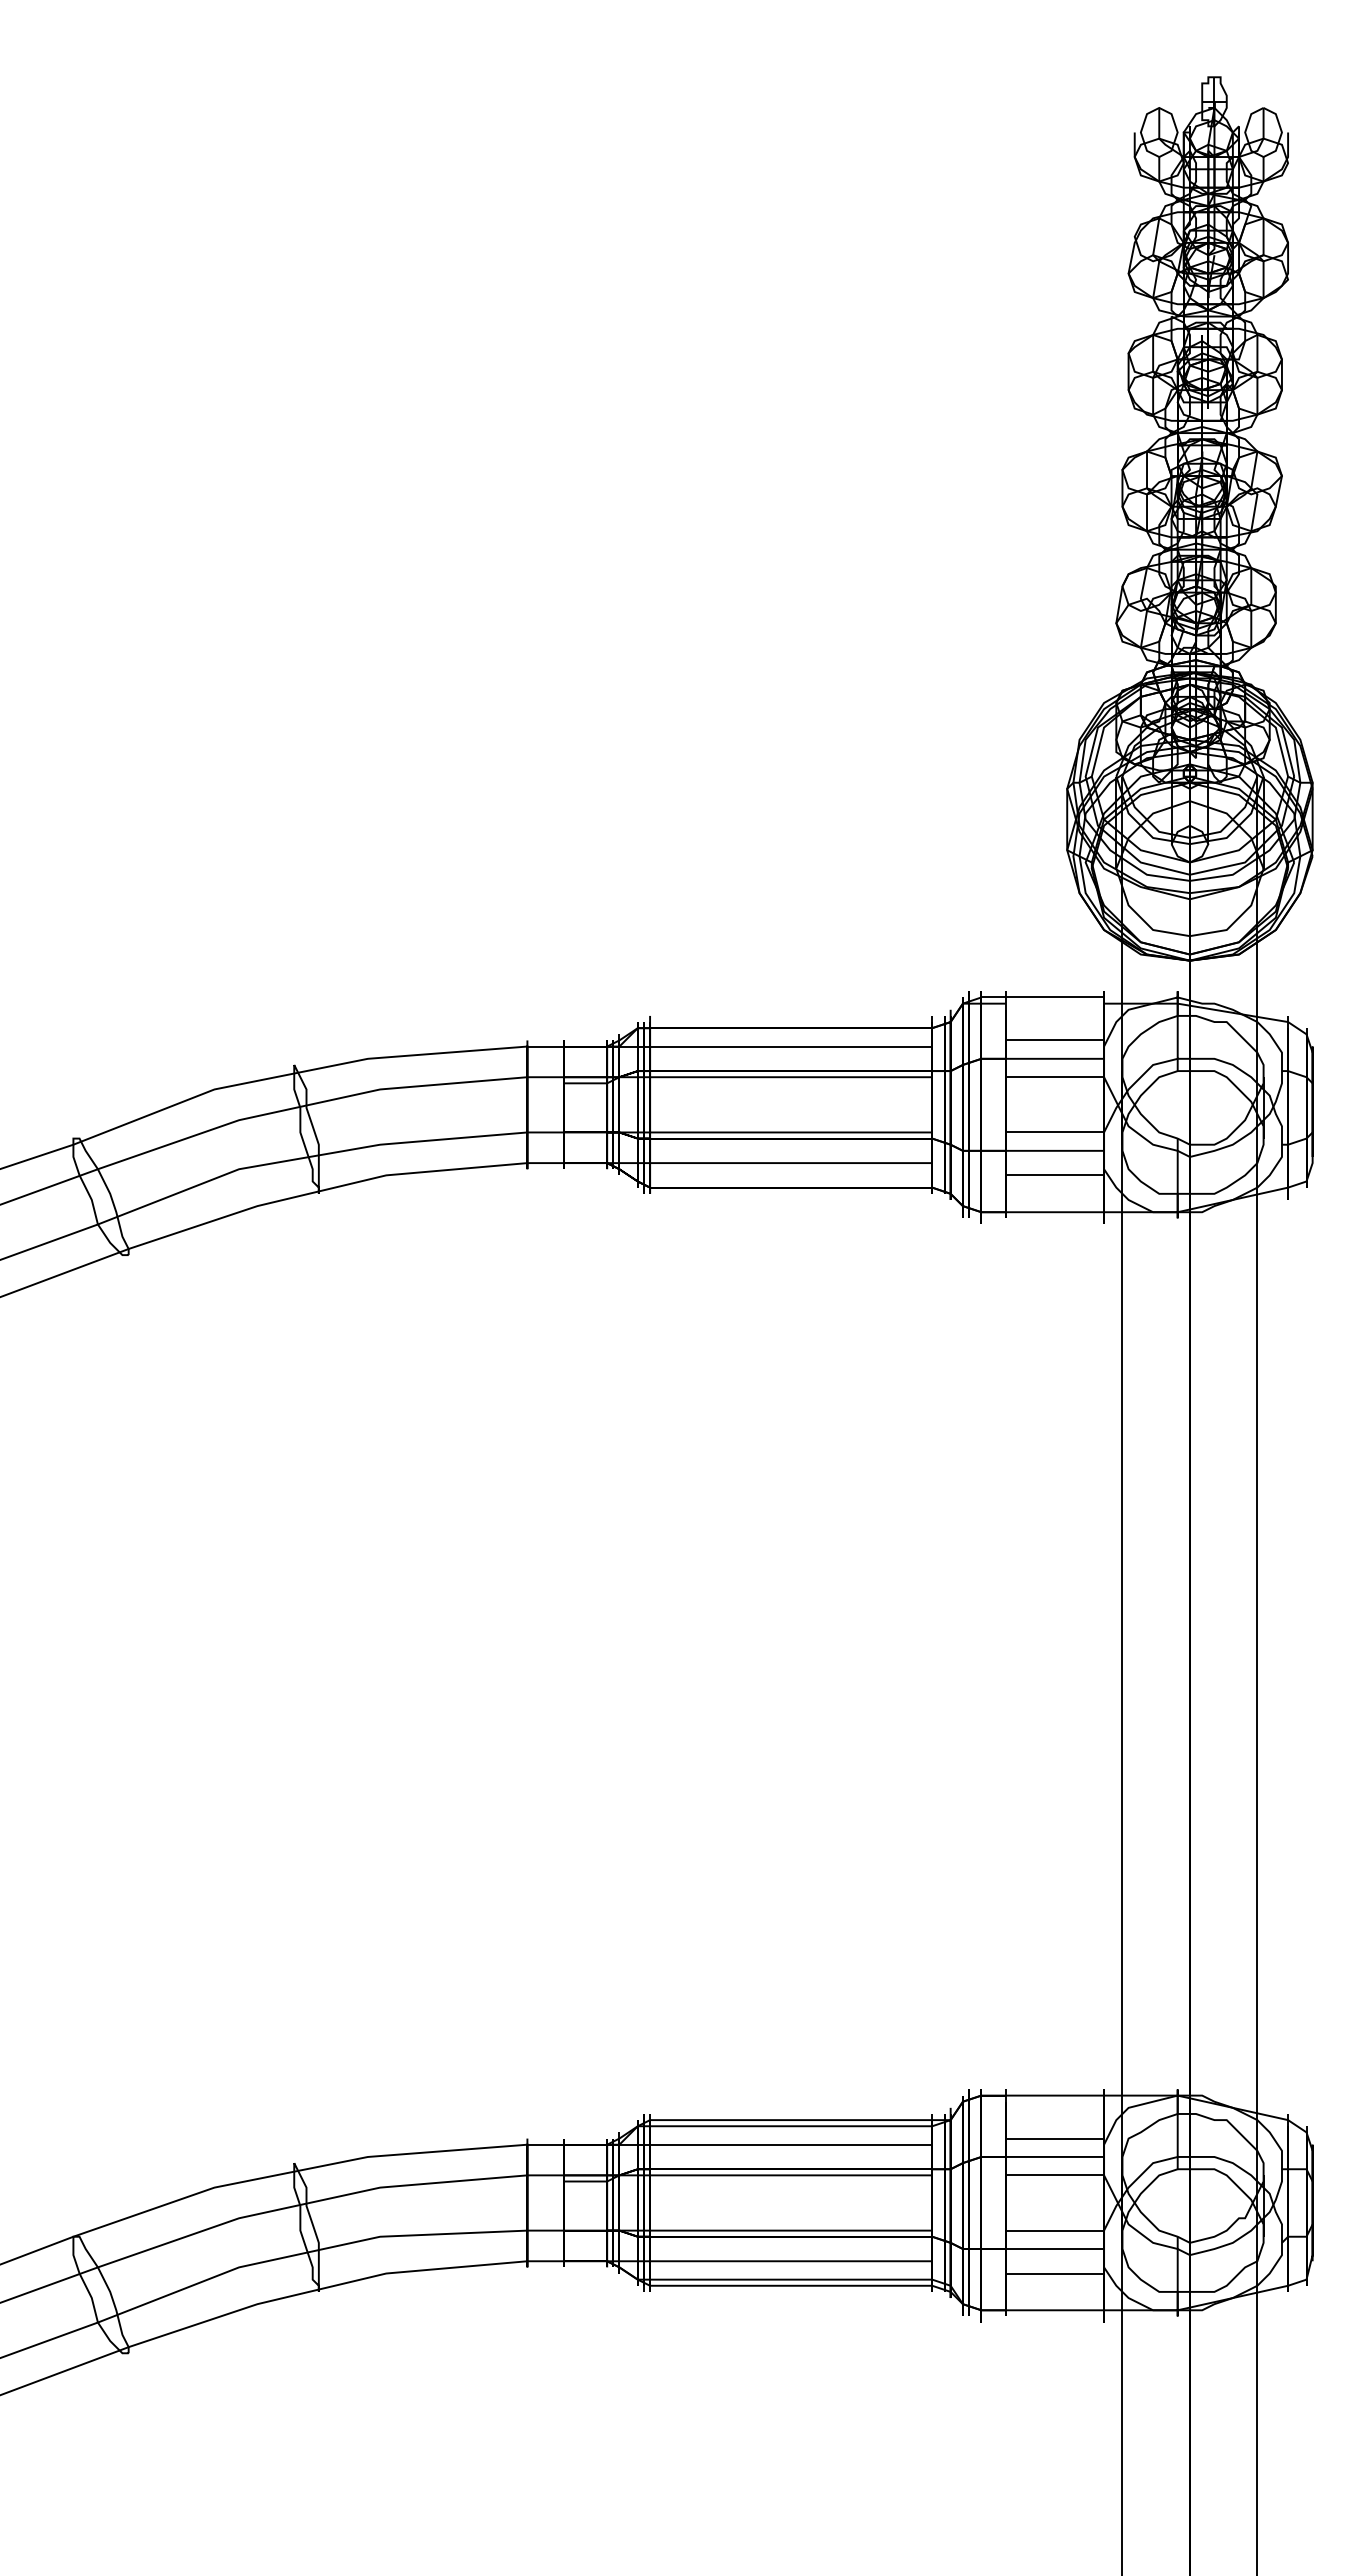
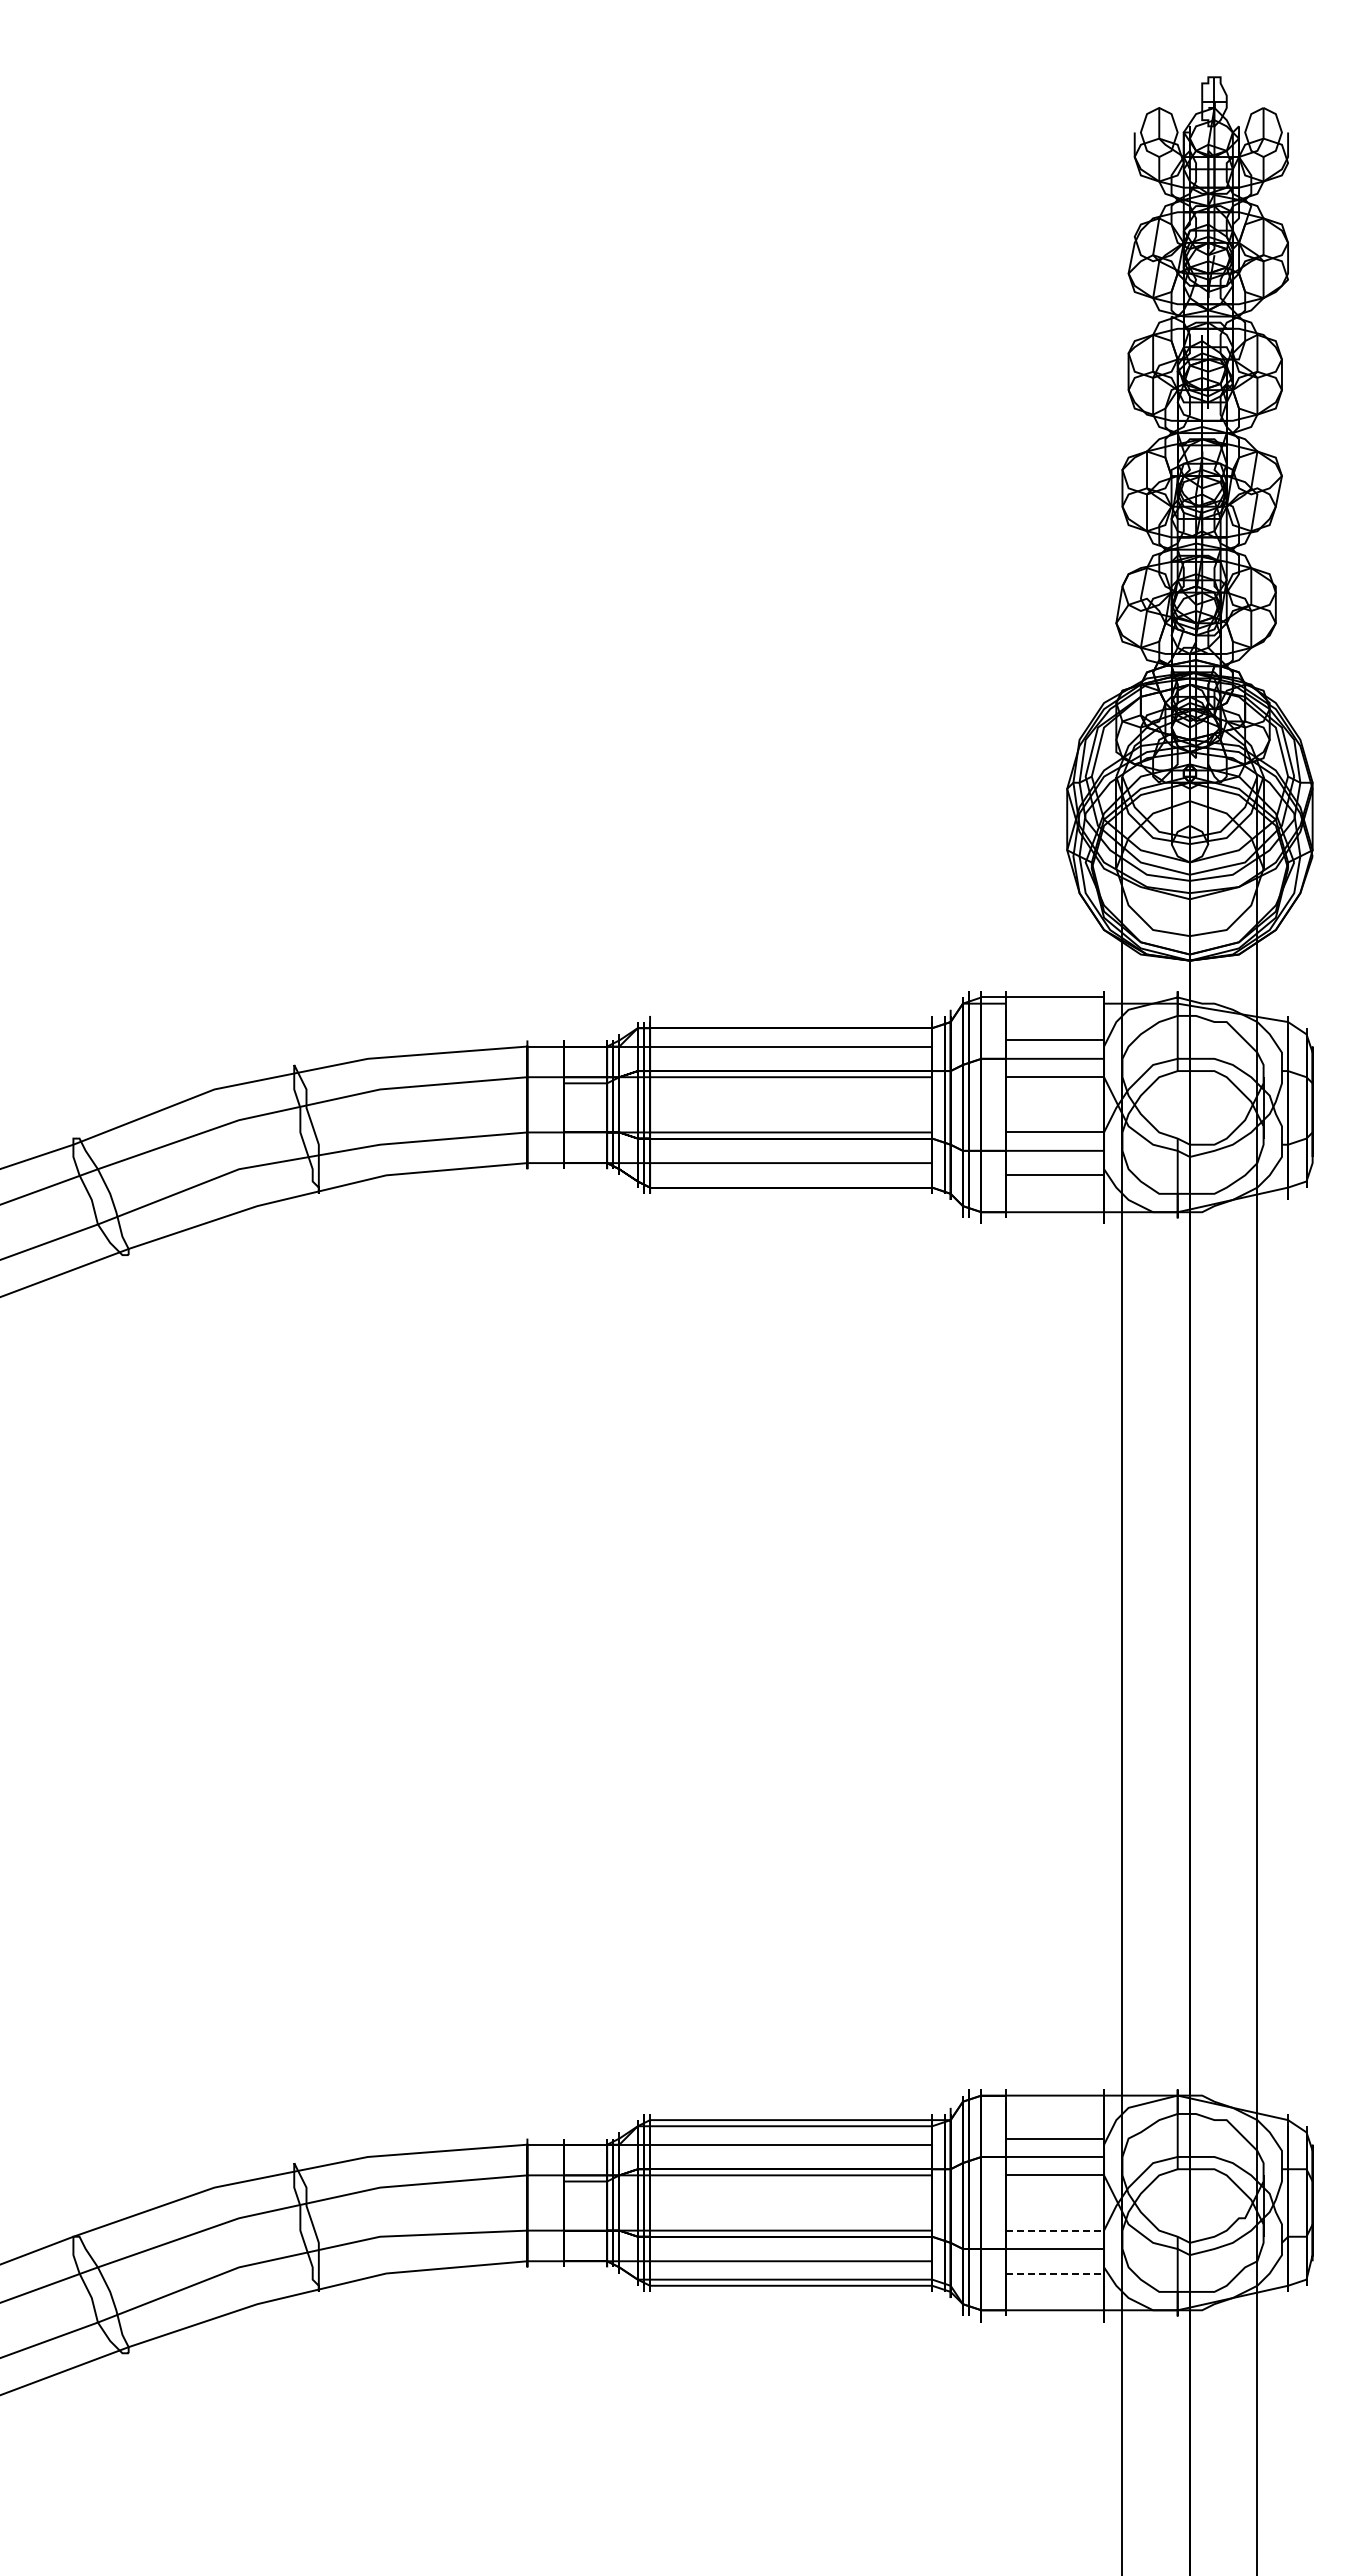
line at (1055, 2230): solid -> dashed
line at (1055, 2273): solid -> dashed
